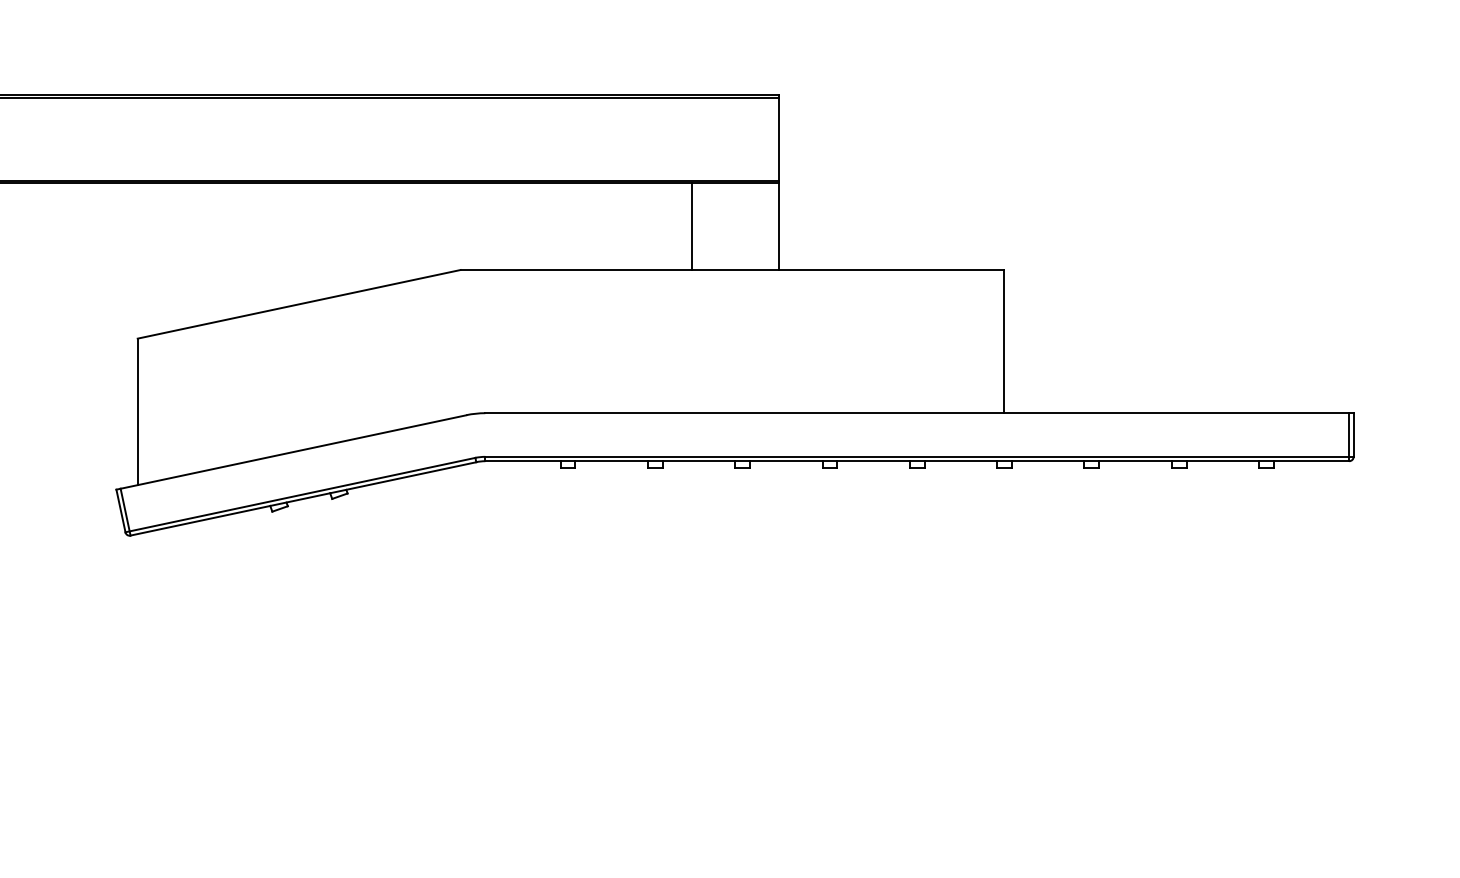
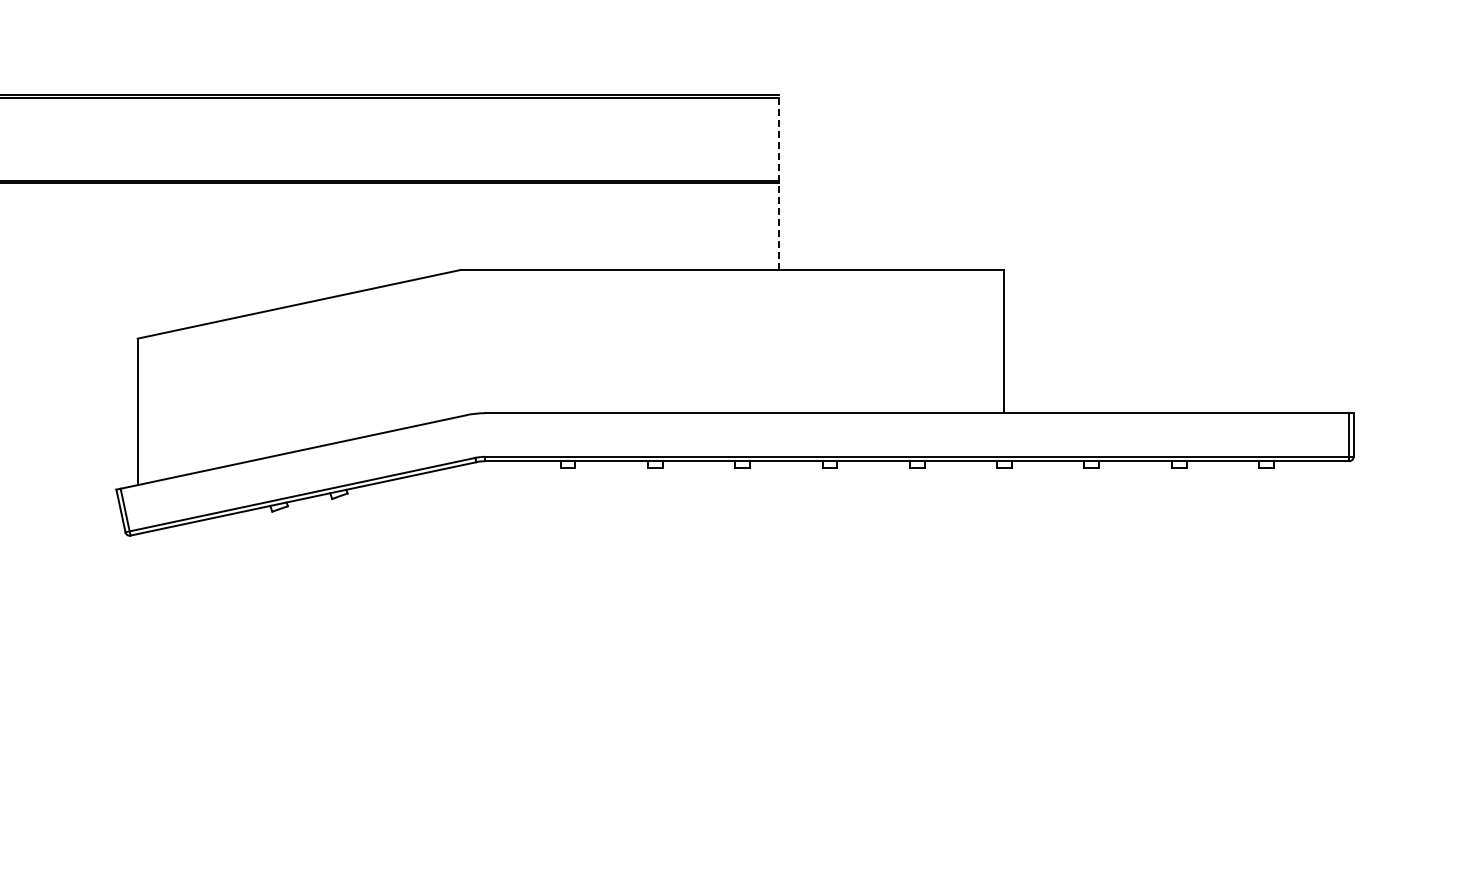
line at (779, 182): solid -> dashed
line at (691, 226): present -> none
